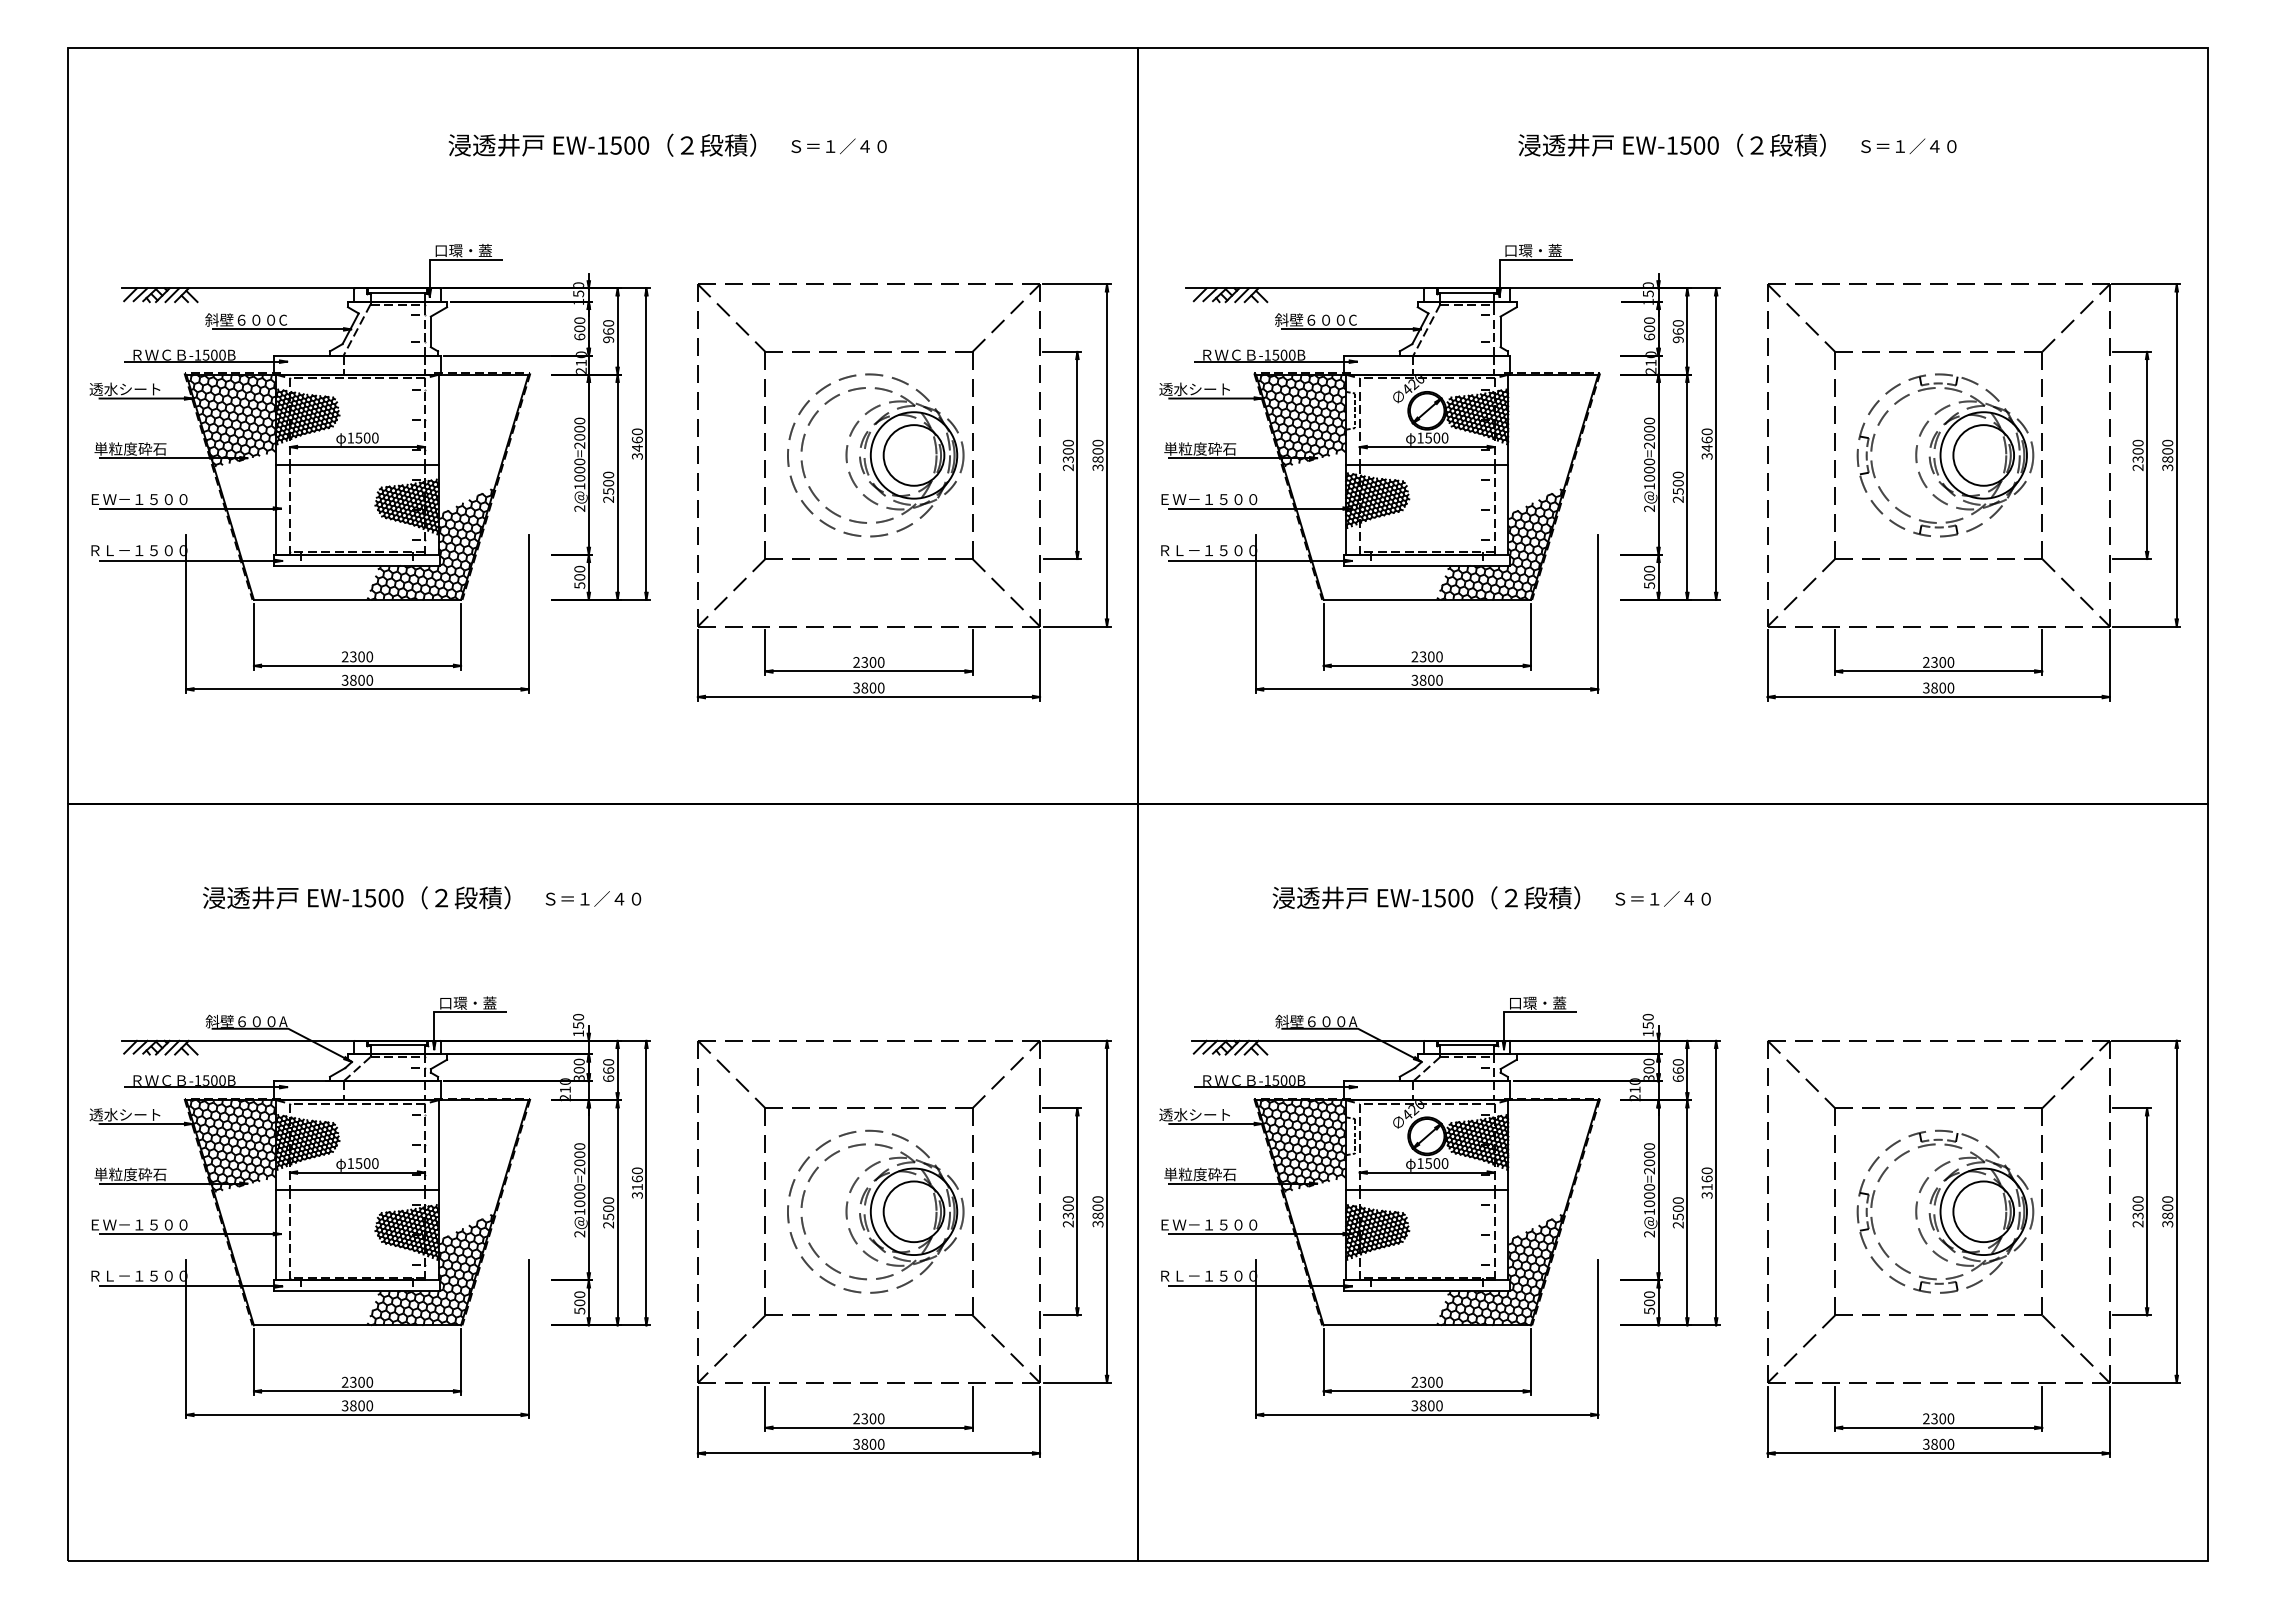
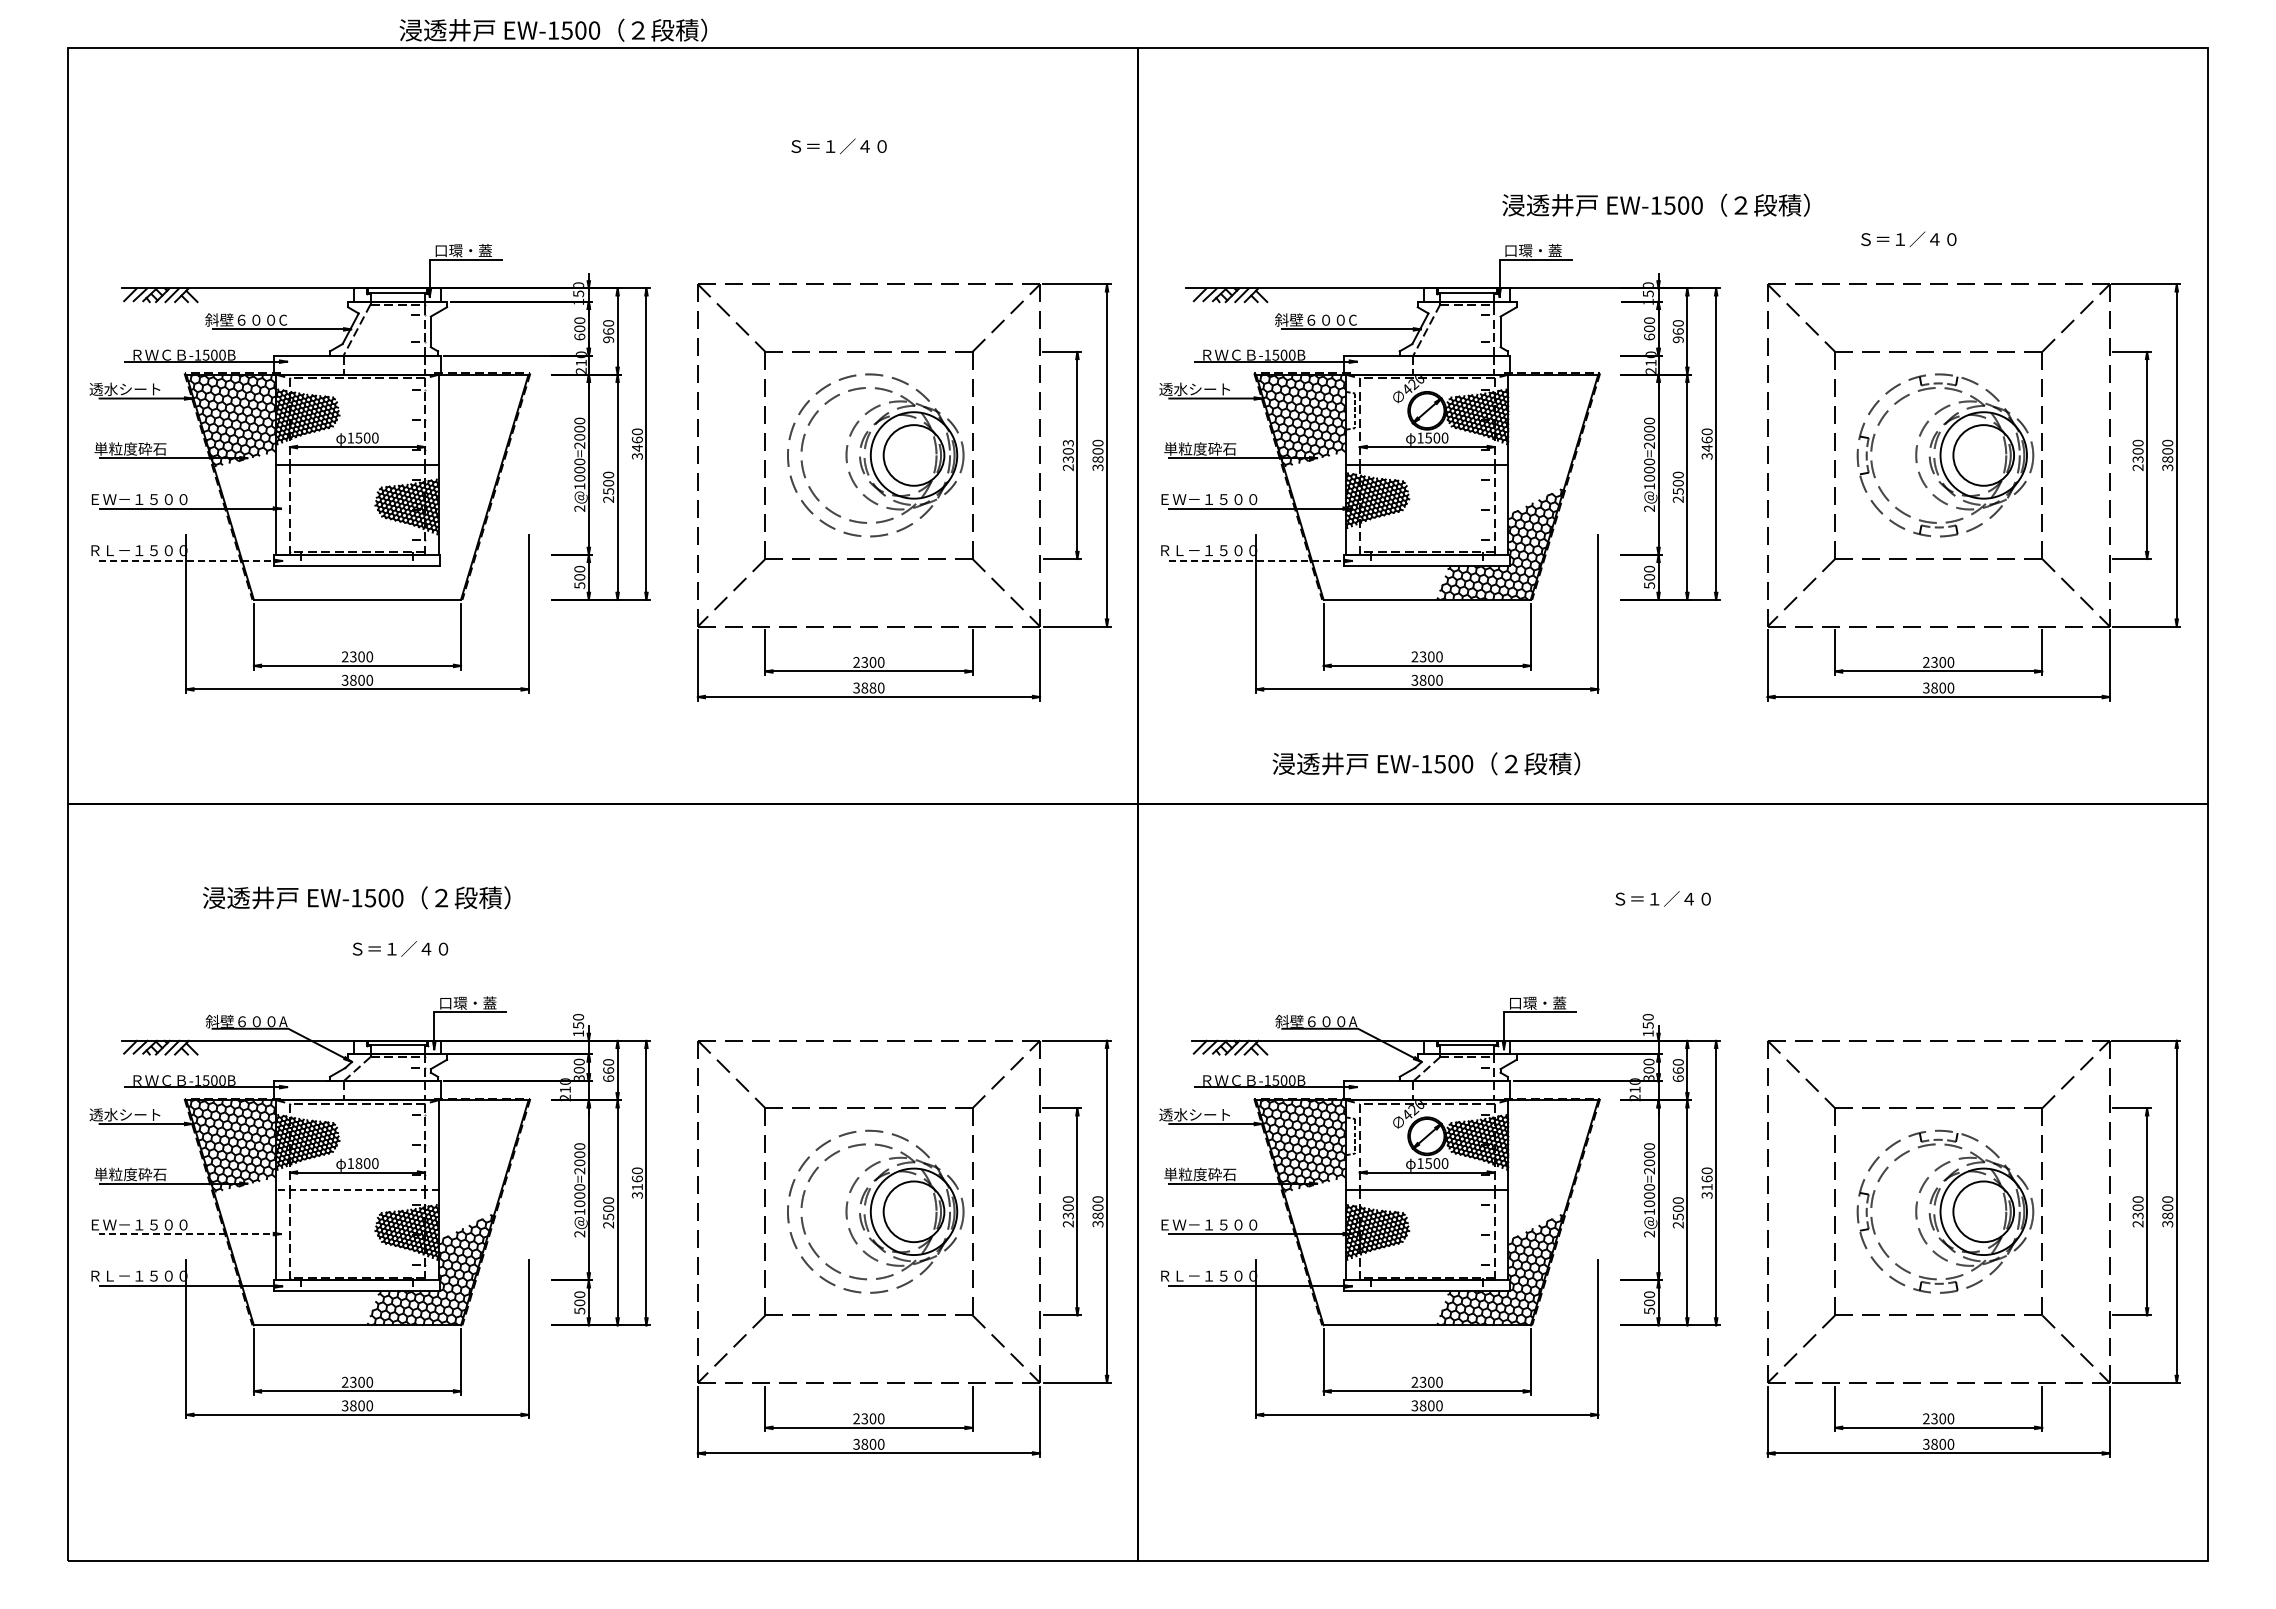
text at (602, 144) position: (602, 144) -> (553, 29)
text at (1671, 144) position: (1671, 144) -> (1655, 204)
text at (1908, 145) position: (1908, 145) -> (1908, 238)
text at (1068, 442): 2300 -> 2303
hatch at (430, 544): present -> none
line at (189, 560): solid -> dashed
line at (1259, 560): solid -> dashed
text at (872, 688): 3800 -> 3880
text at (1426, 897) position: (1426, 897) -> (1426, 763)
text at (593, 898) position: (593, 898) -> (400, 948)
text at (358, 1163): 1500 -> 1800
line at (356, 1190): solid -> dashed
line at (189, 1234): solid -> dashed
